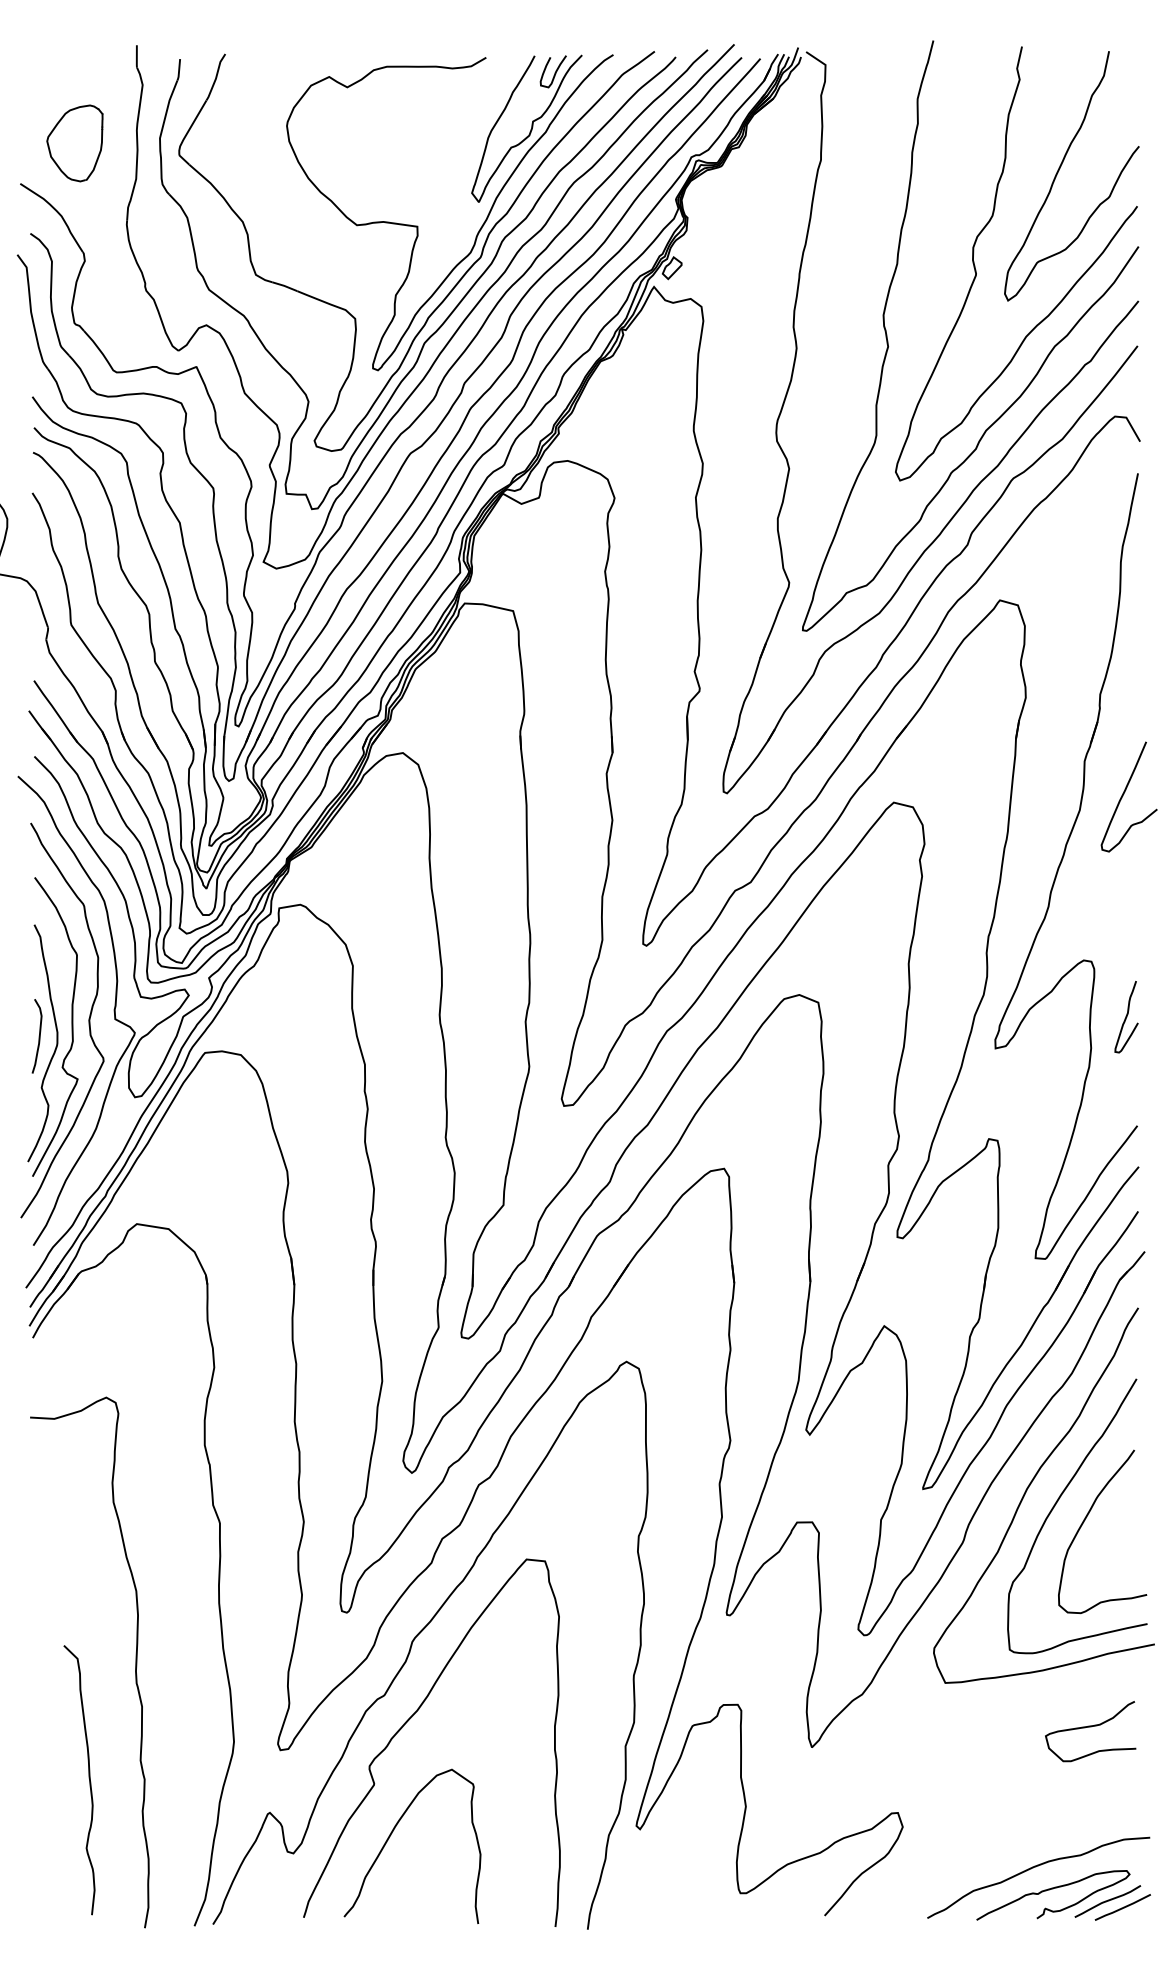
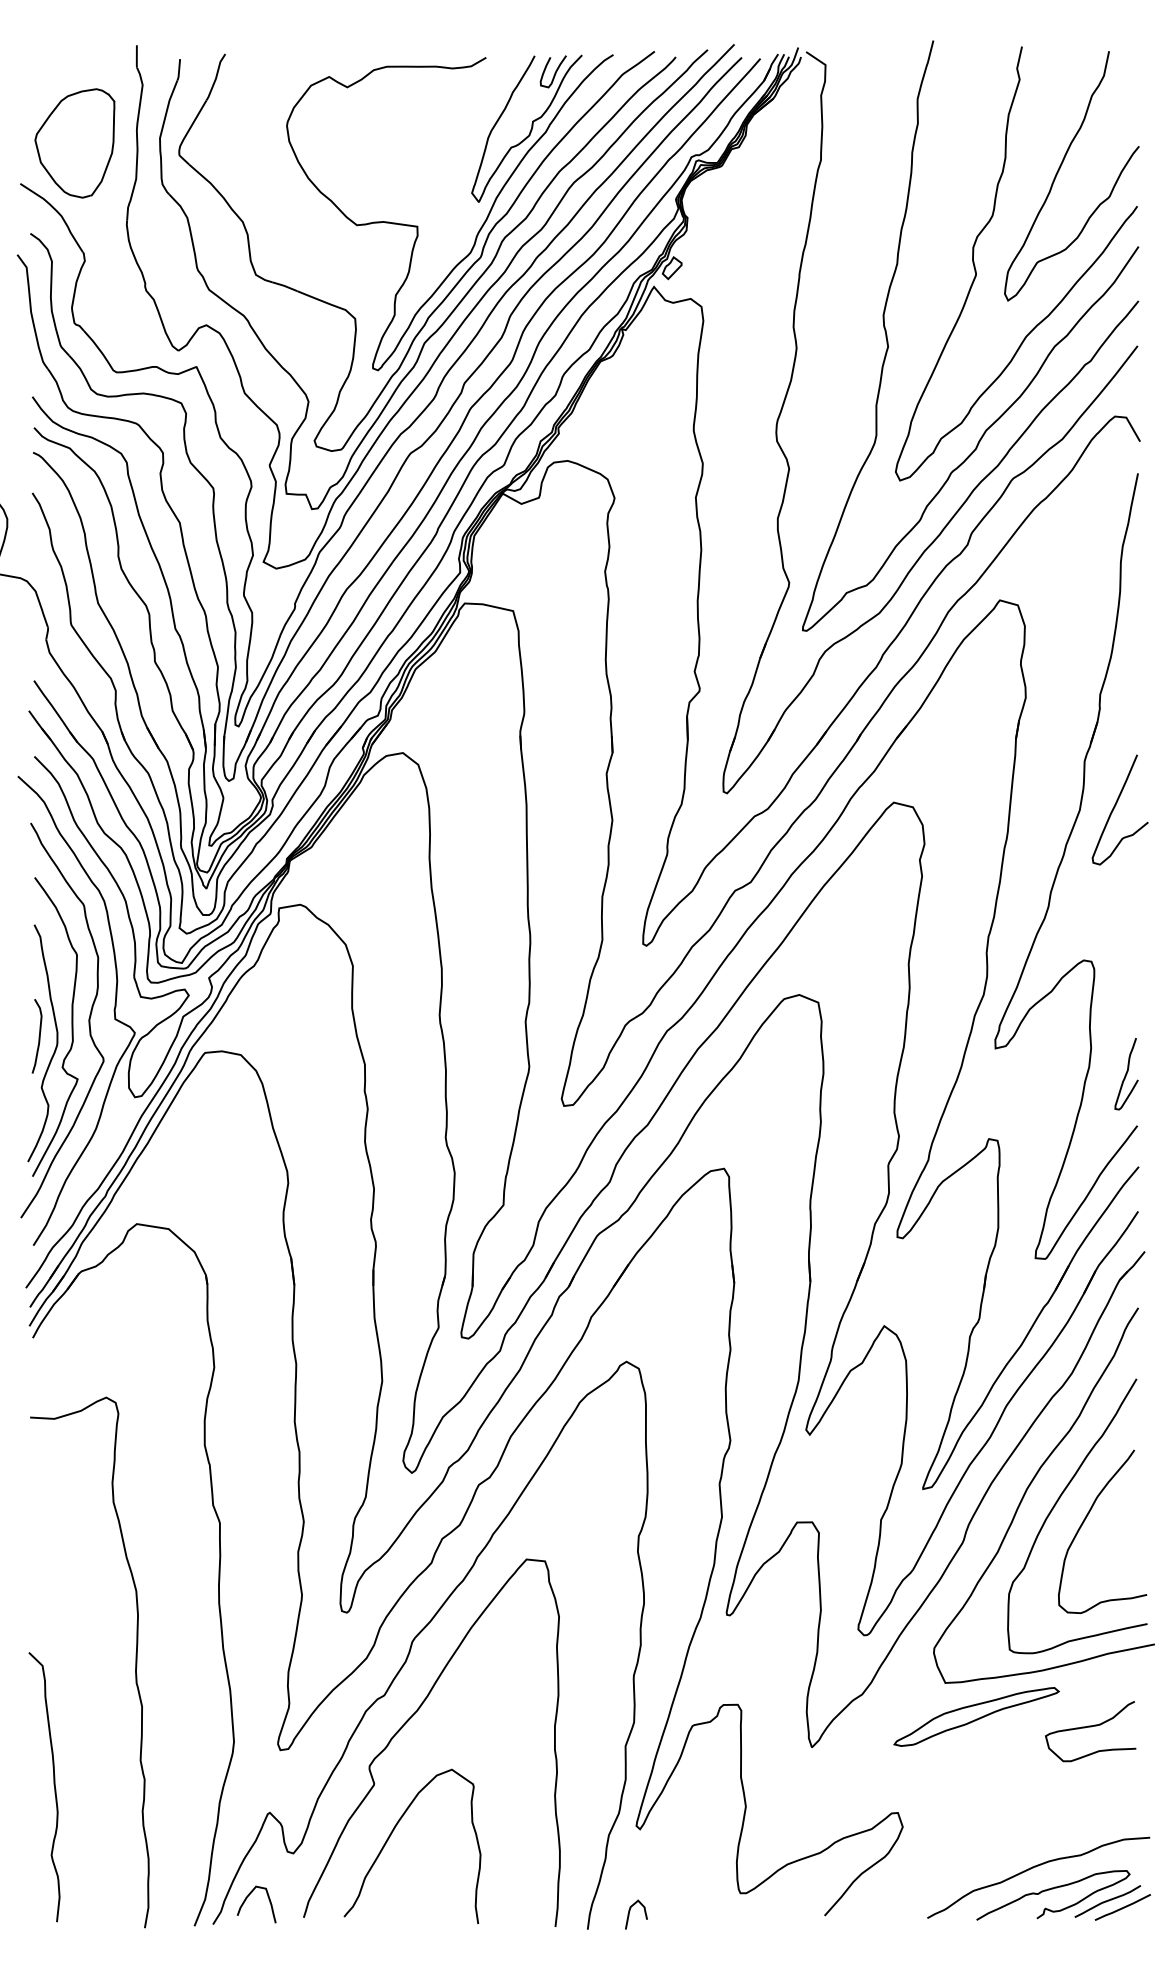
part at (74, 143) size: 58x79 px -> 82x111 px
curve at (1124, 794) position: (1124, 794) -> (1115, 807)
curve at (1126, 1017) position: (1126, 1017) -> (1126, 1074)
part at (976, 1716): none -> present
curve at (88, 1778) position: (88, 1778) -> (53, 1785)
curve at (247, 1898): none -> present
curve at (630, 1911): none -> present
